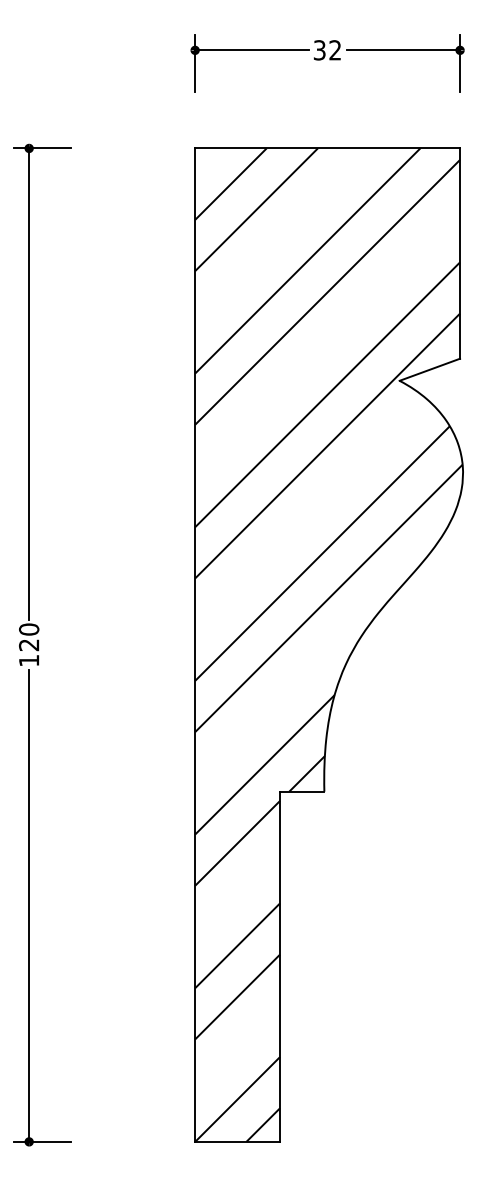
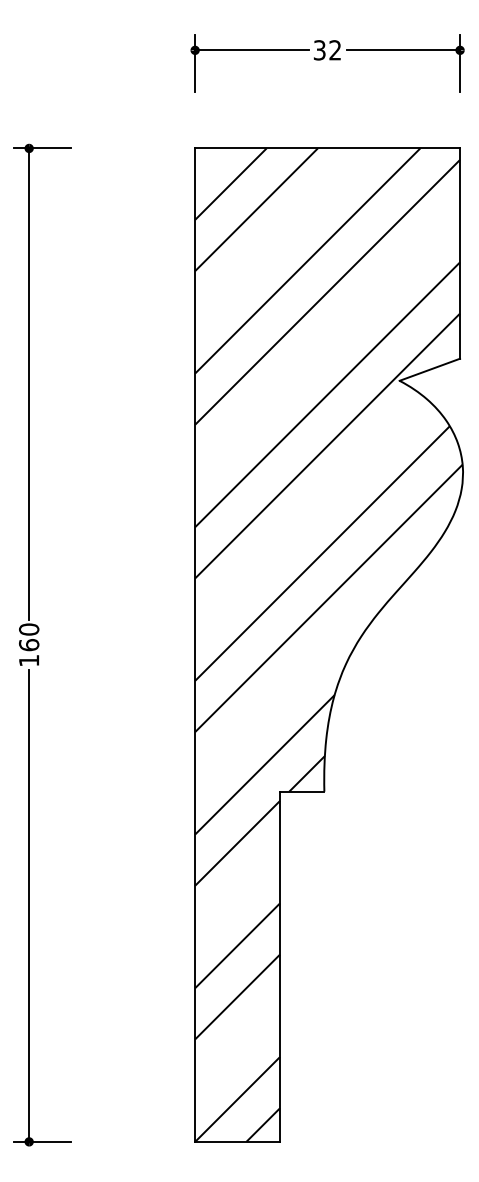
text at (28, 645): 120 -> 160
